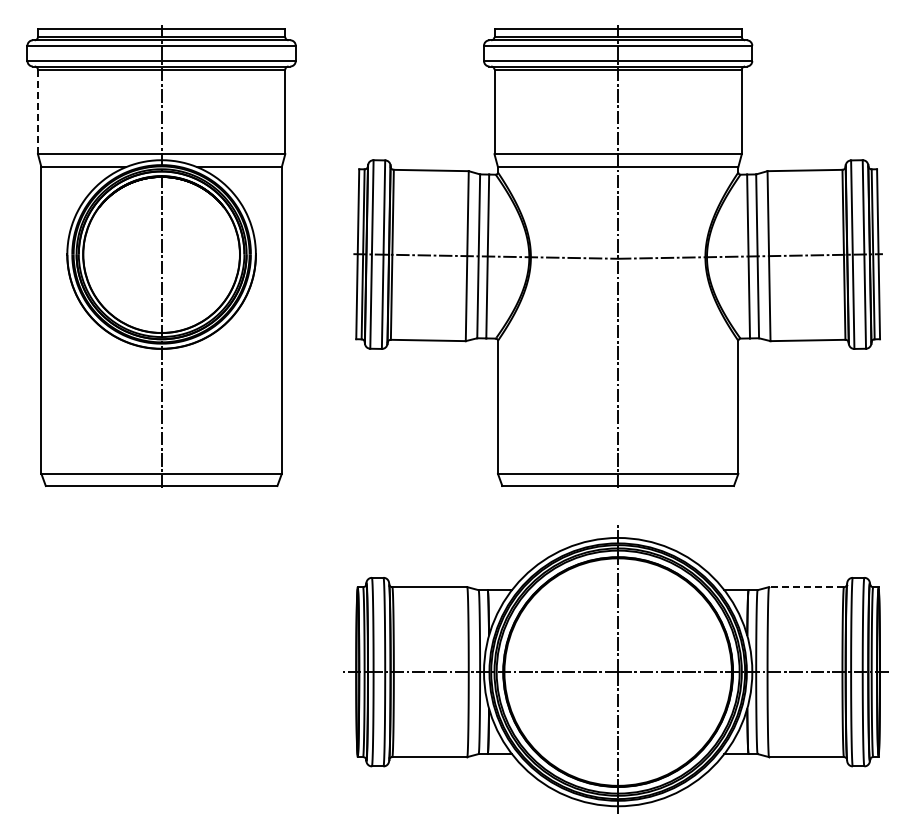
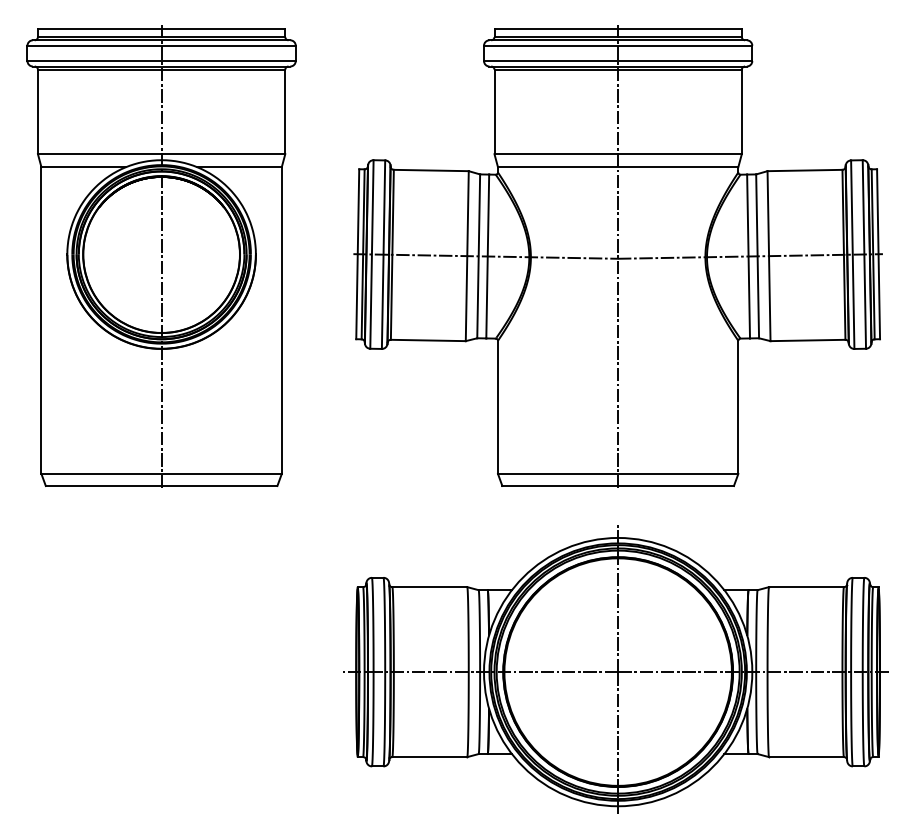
line at (37, 112): dashed -> solid
line at (805, 587): dashed -> solid
